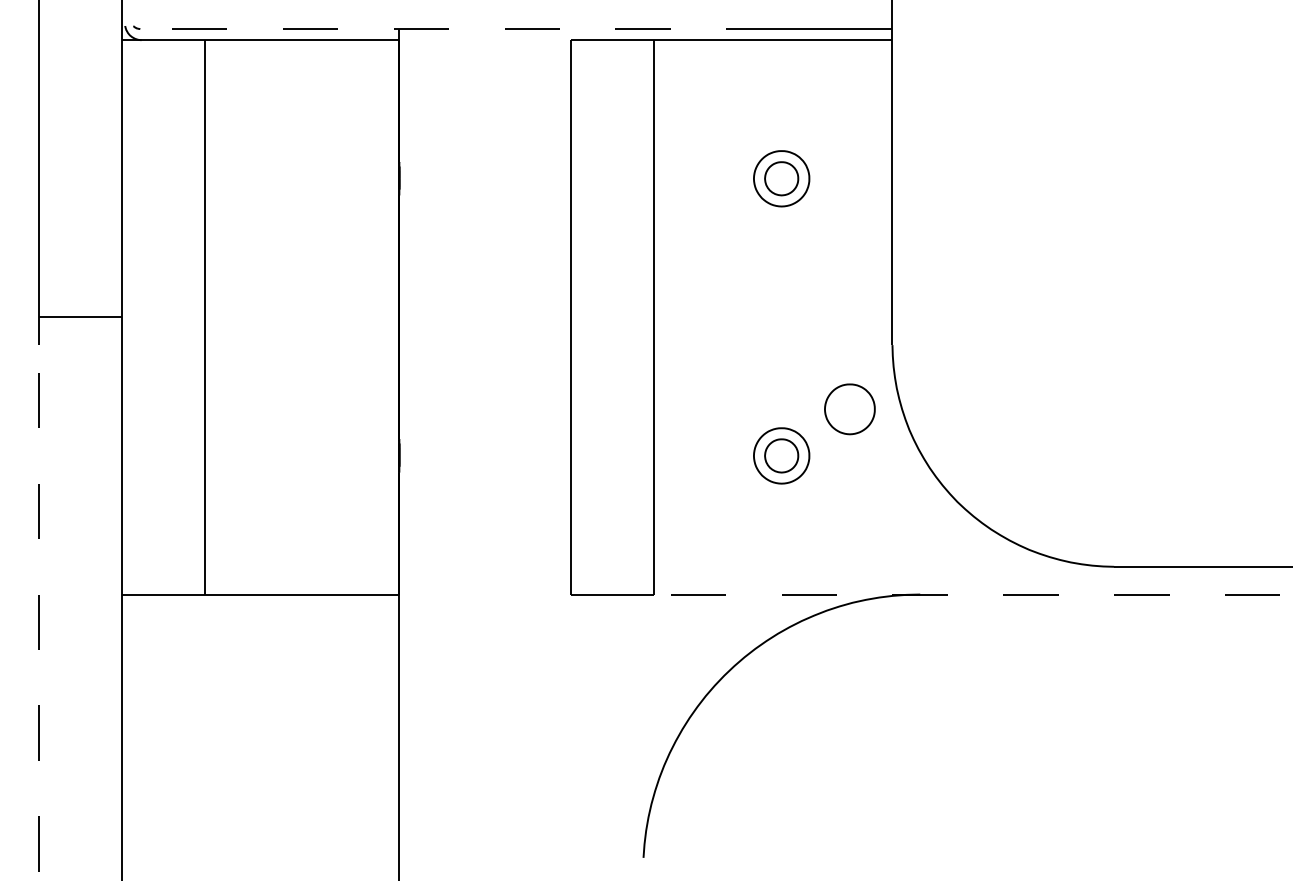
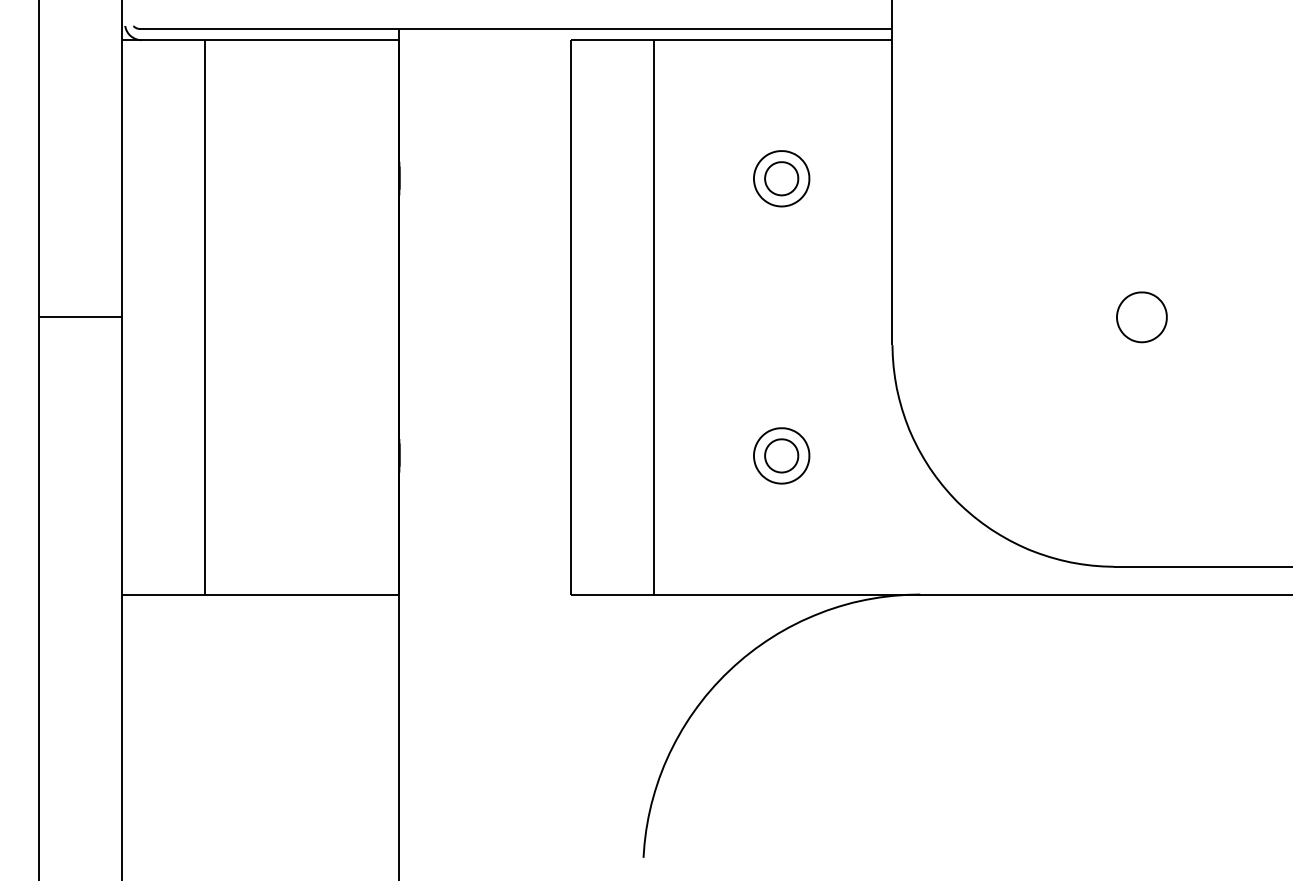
line at (461, 29): dashed -> solid
part at (849, 409) position: (849, 409) -> (1141, 317)
line at (973, 594): dashed -> solid
line at (38, 612): dashed -> solid
